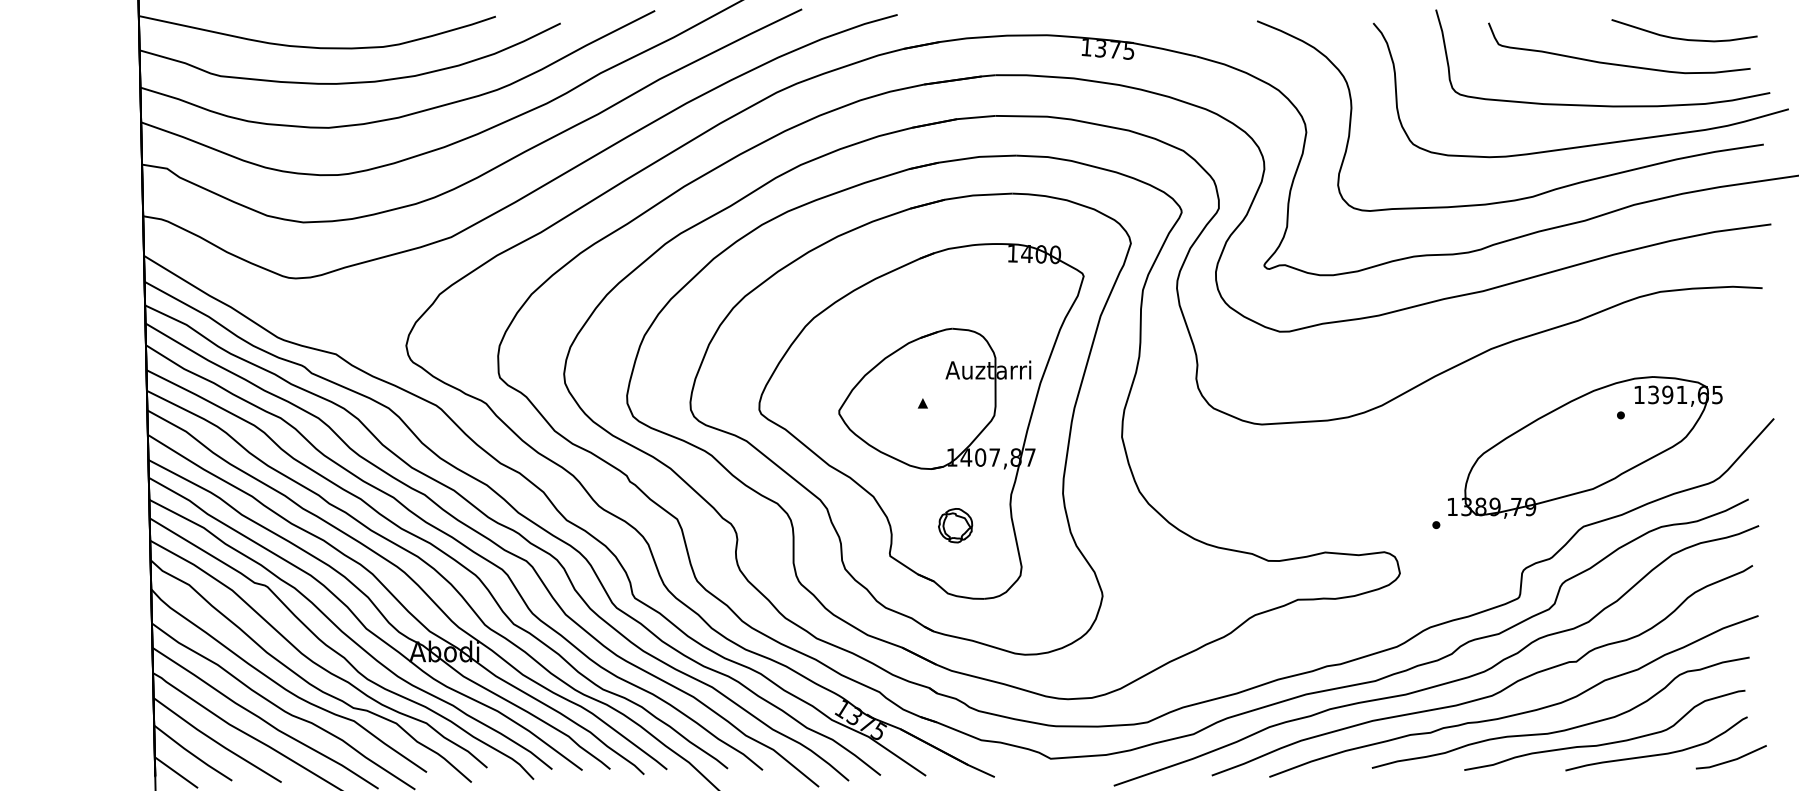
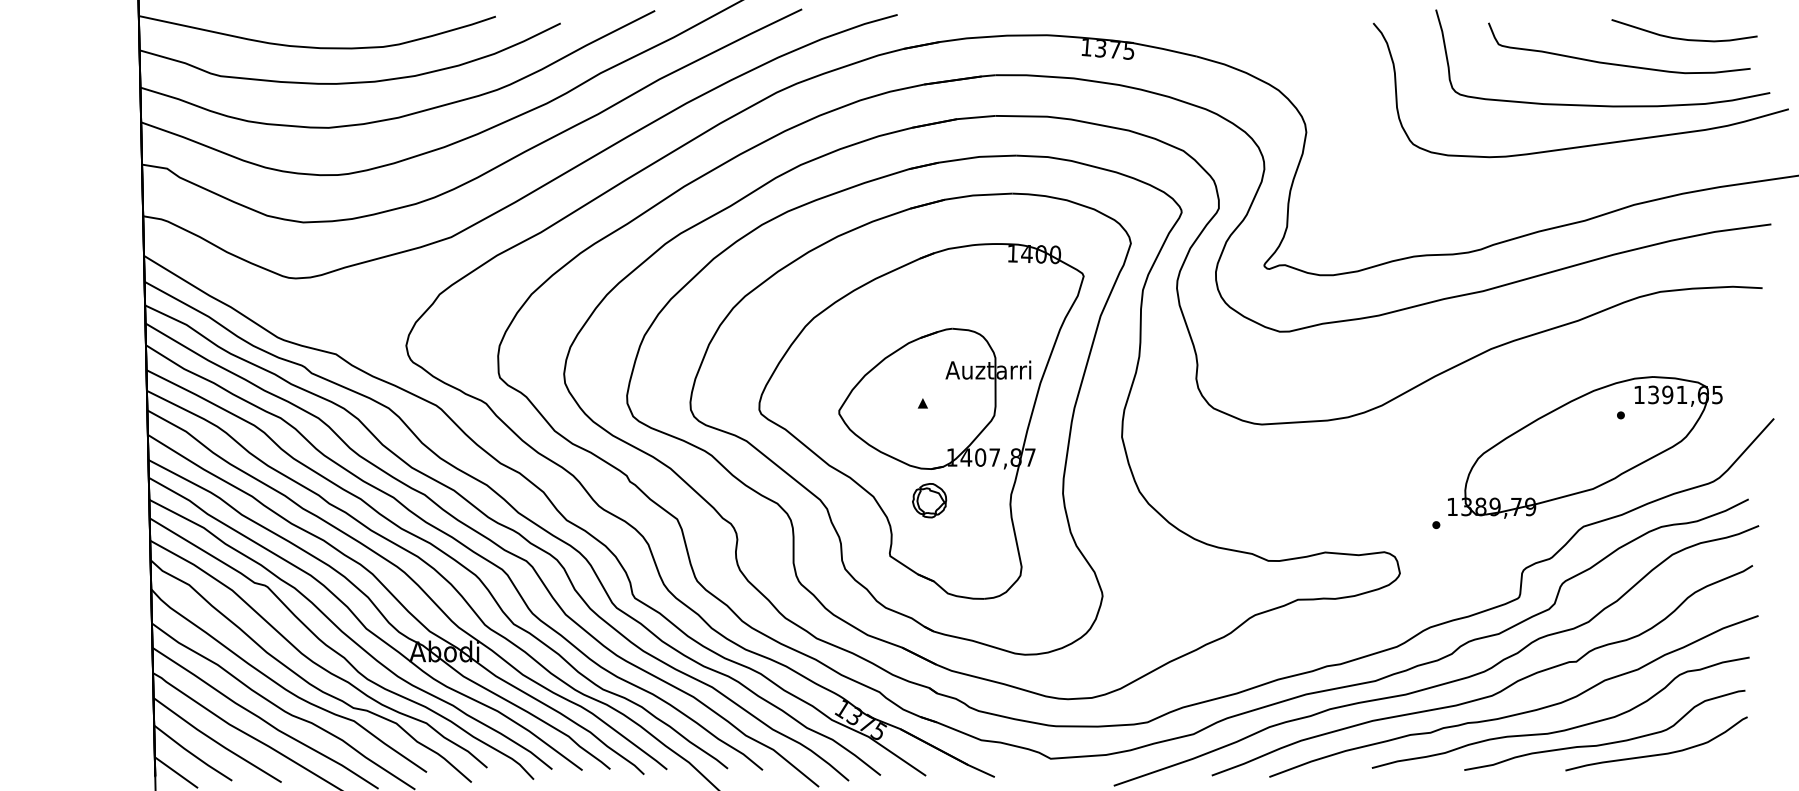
curve at (1532, 195): present -> none
part at (955, 525) position: (955, 525) -> (929, 500)
line at (1731, 759): present -> none
